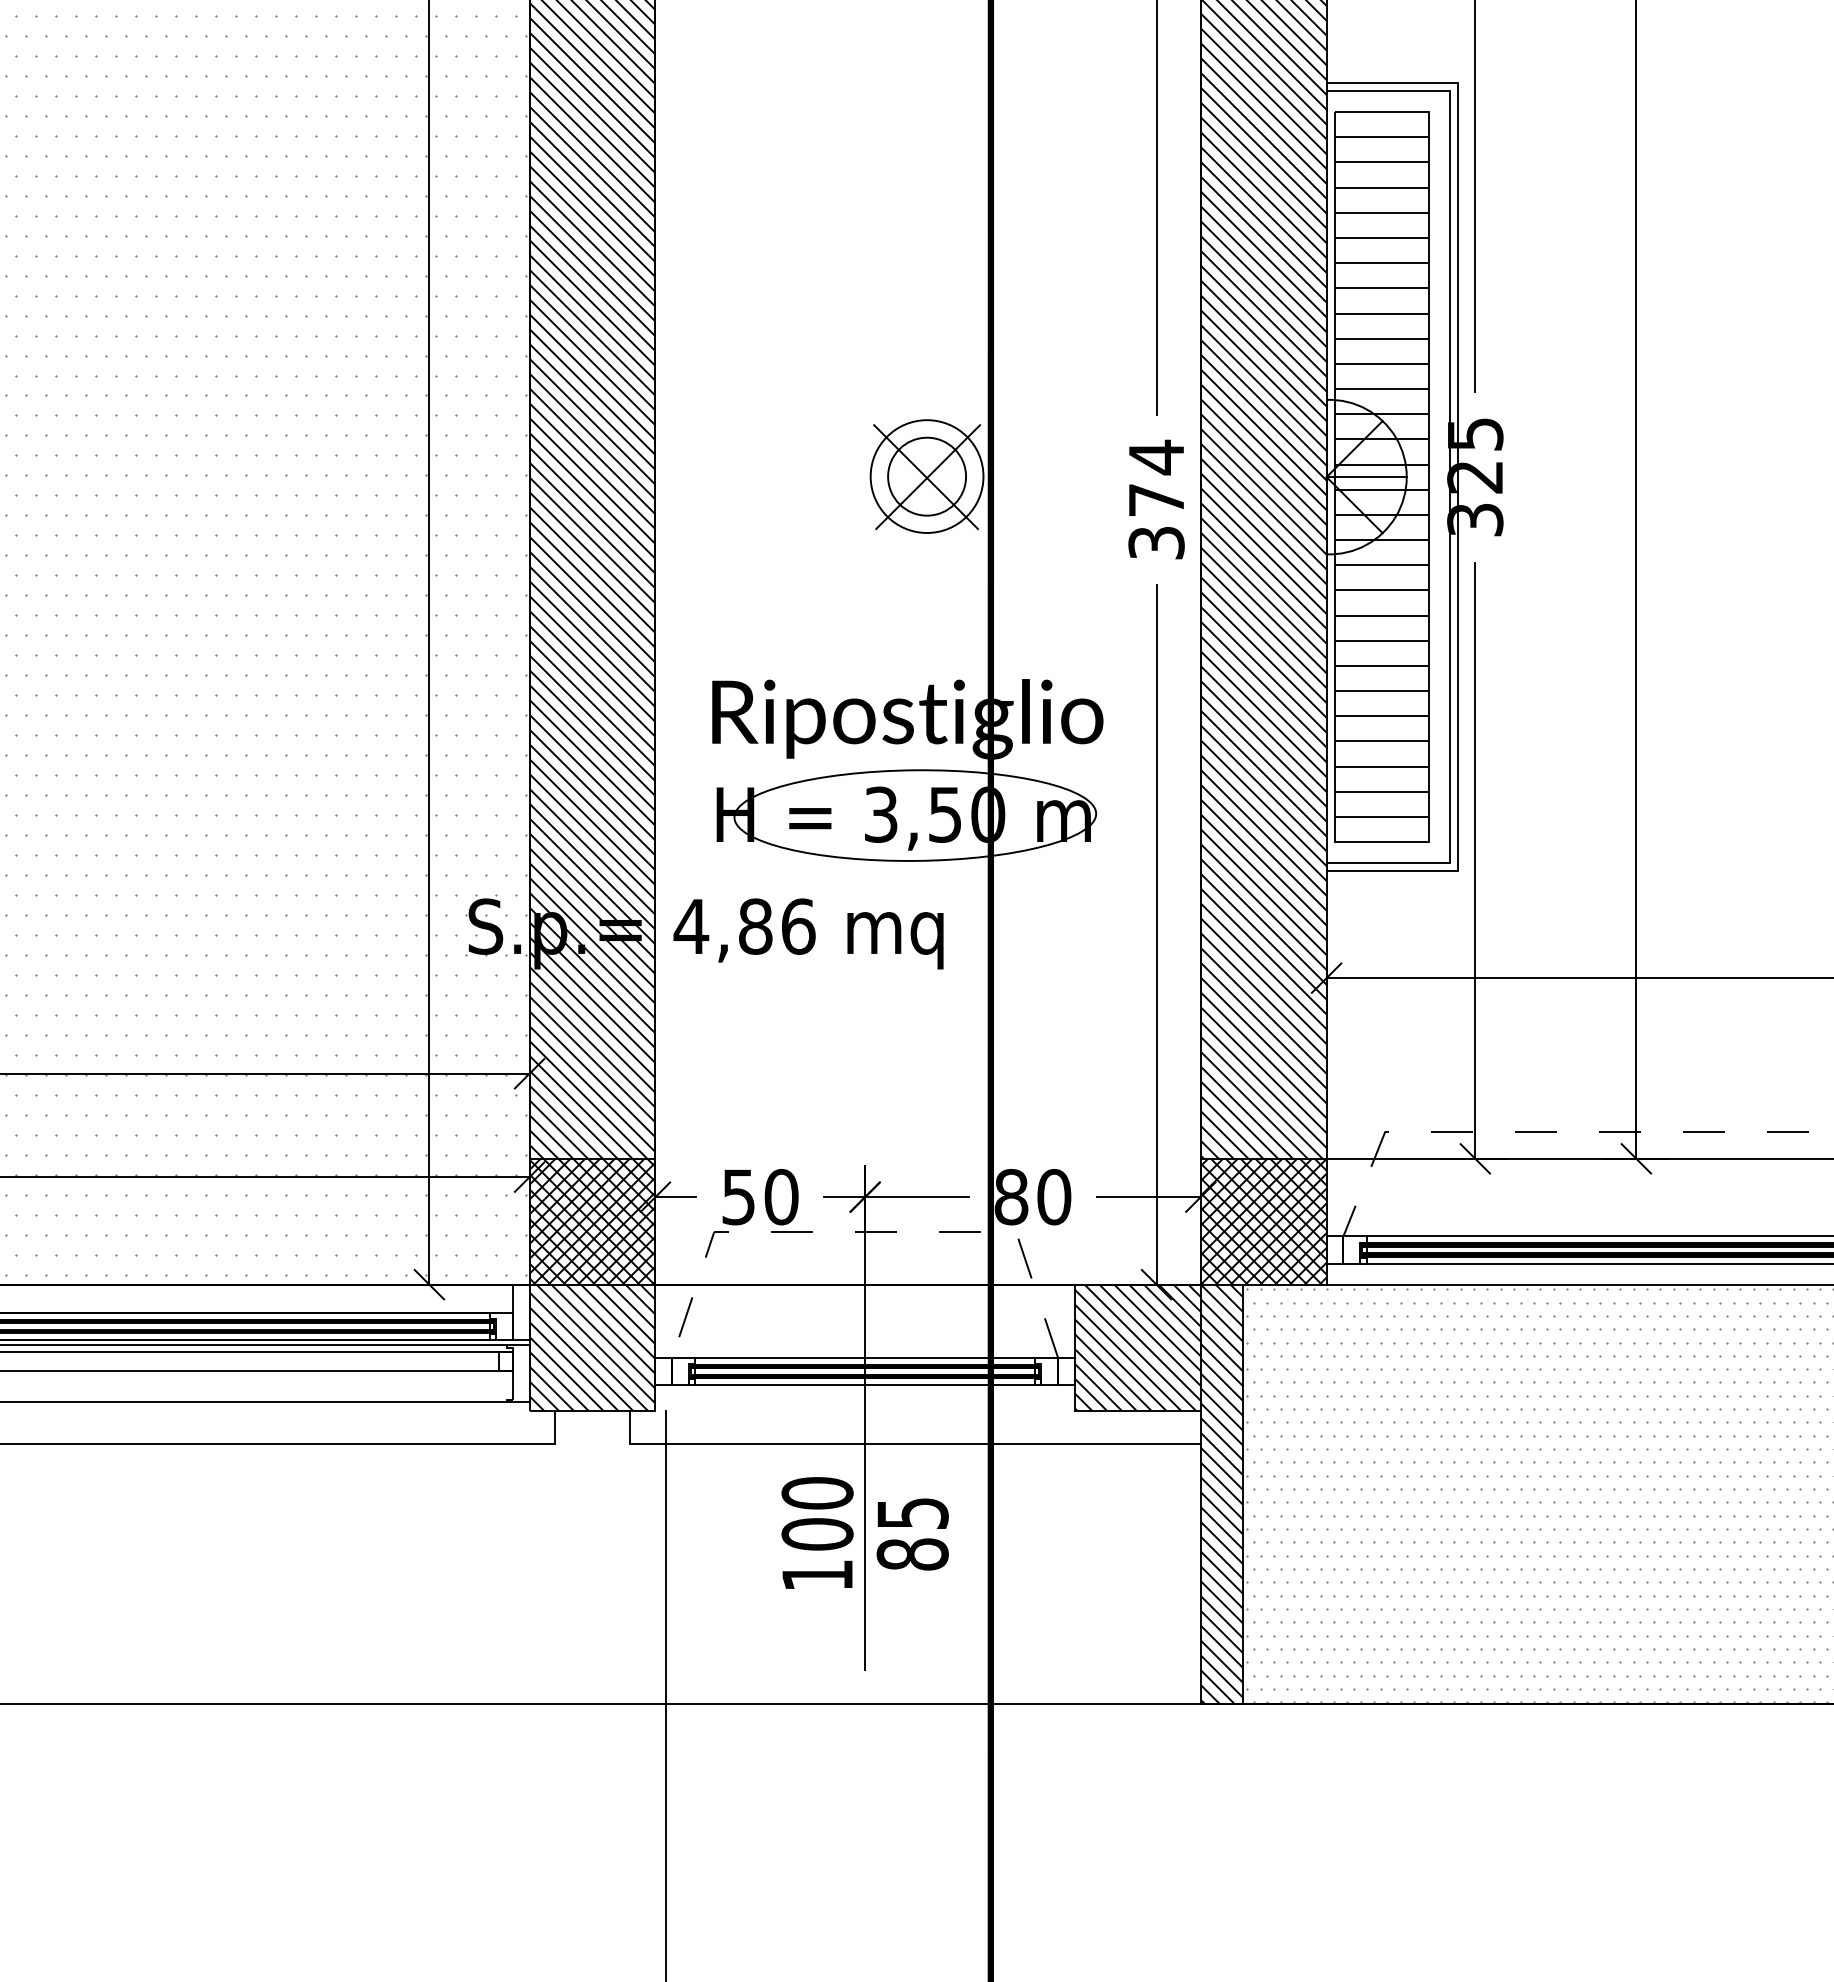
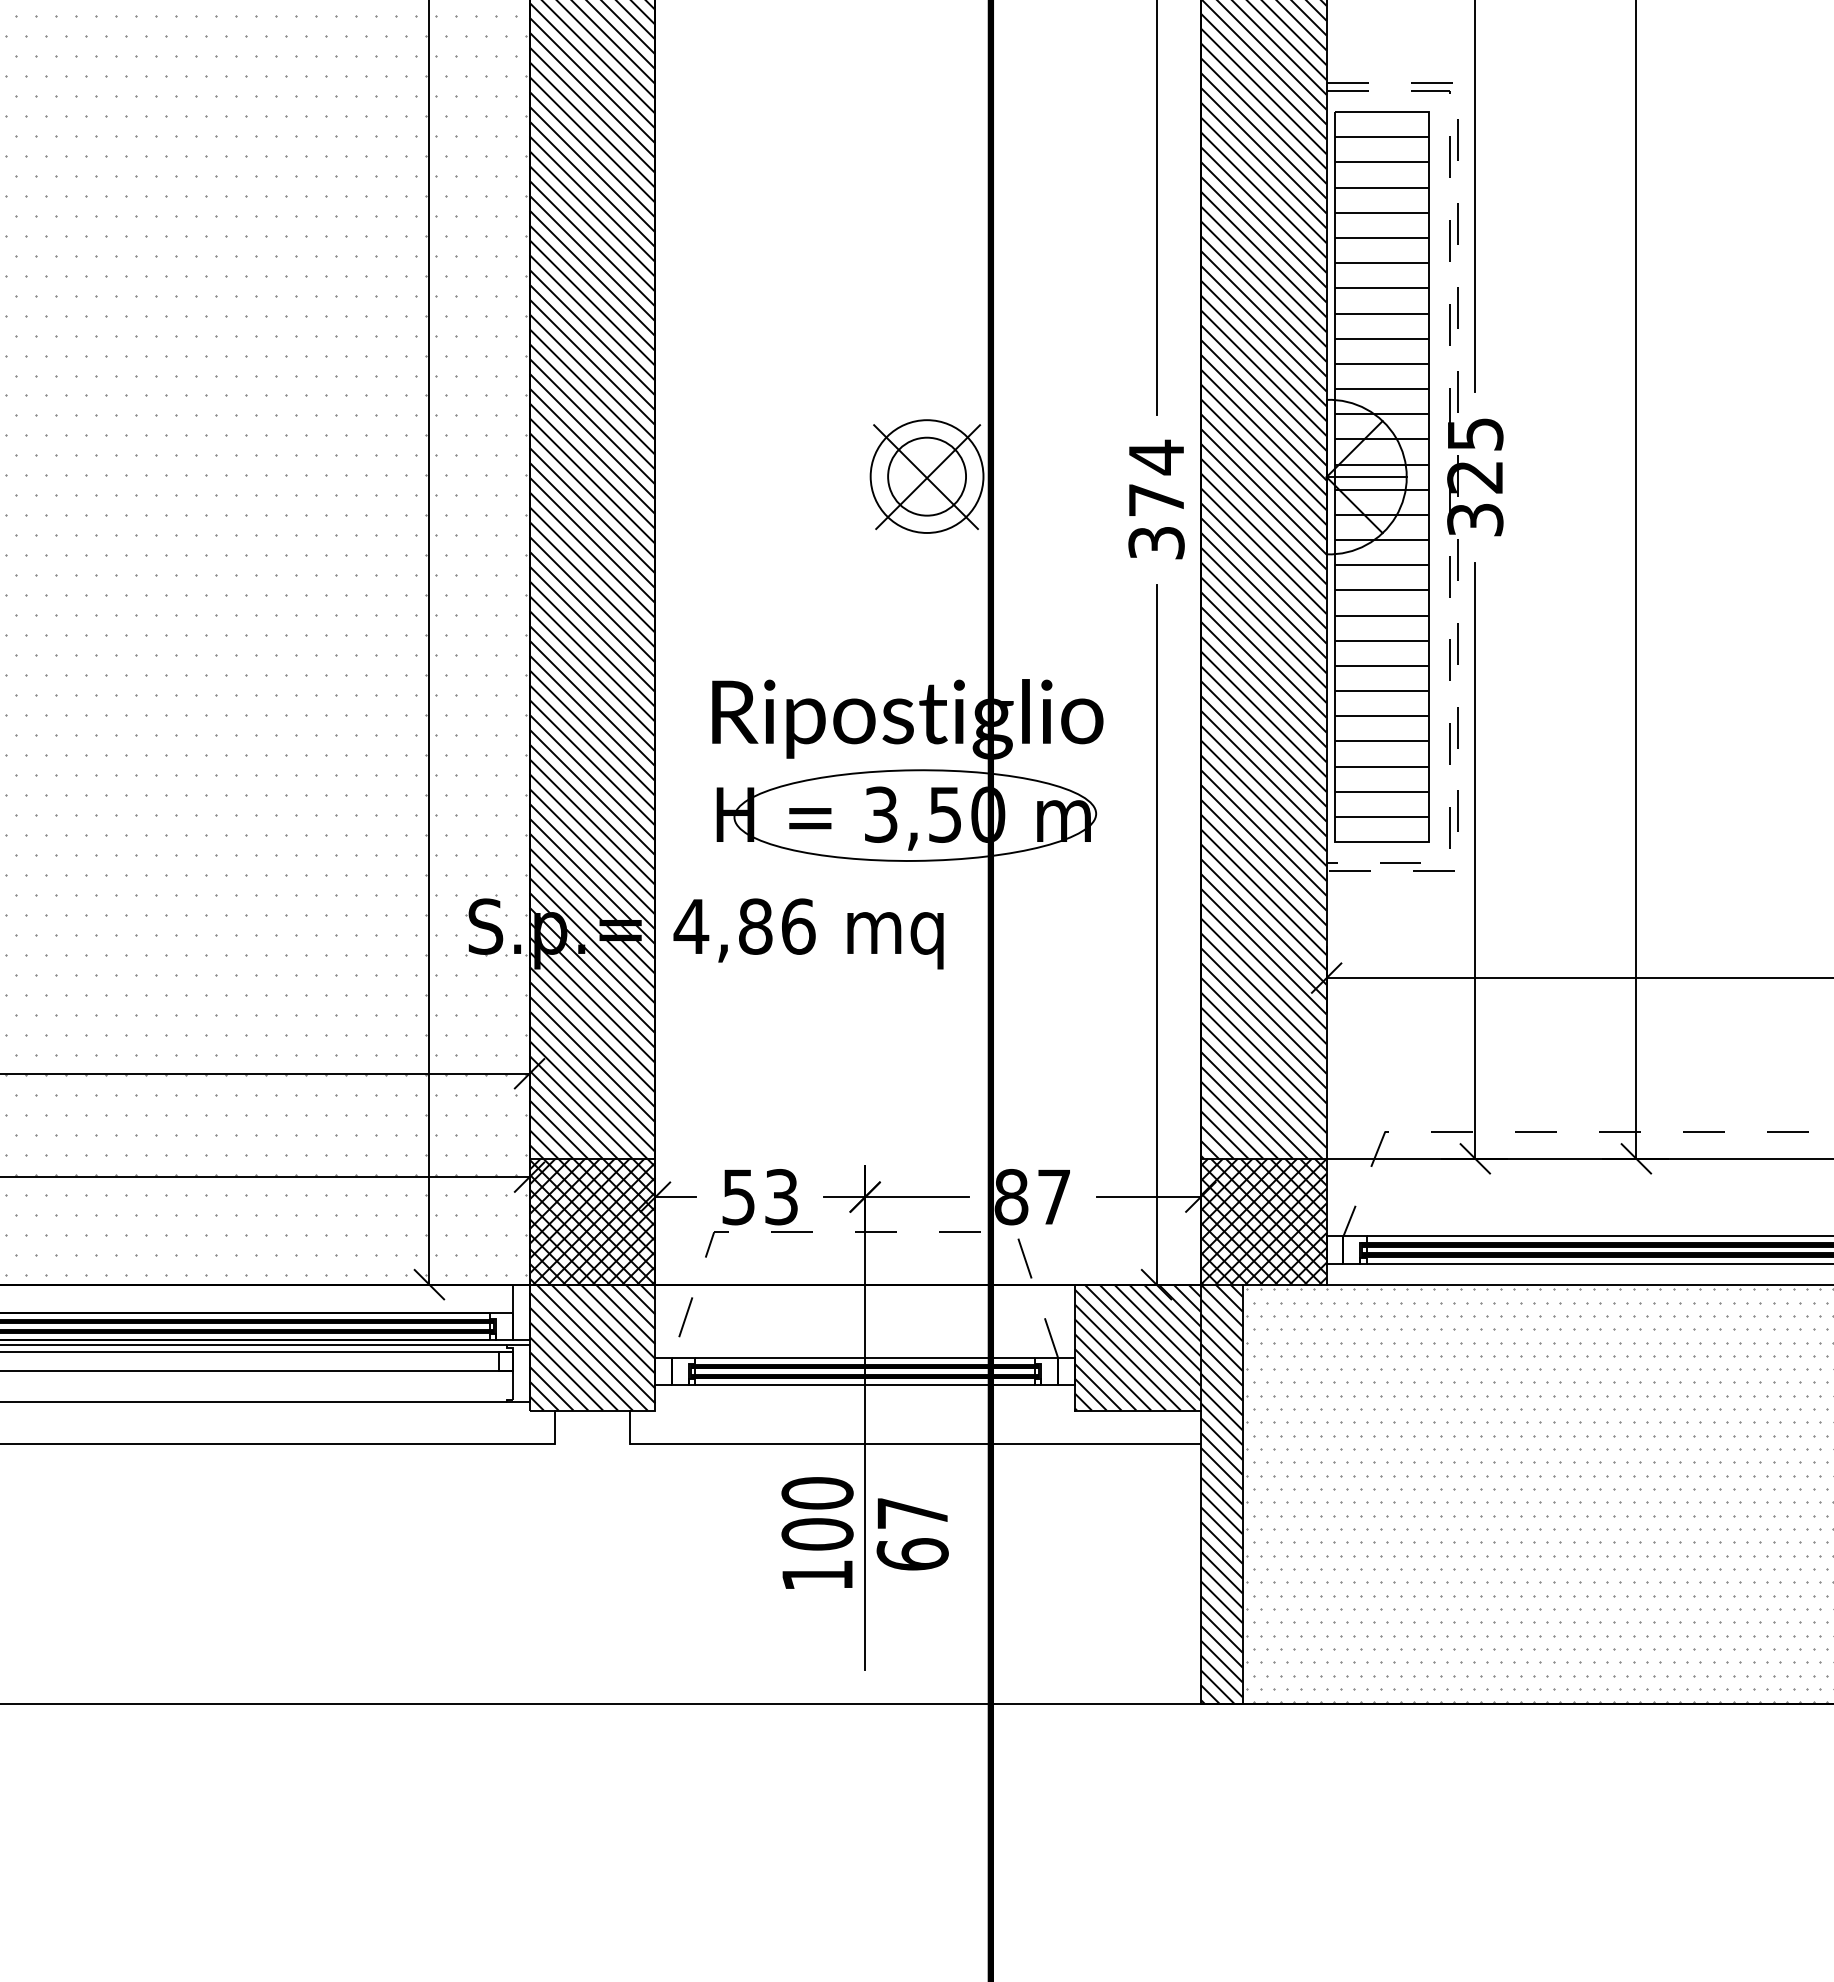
line at (1449, 477): solid -> dashed
line at (1457, 477): solid -> dashed
text at (781, 1197): 50 -> 53
text at (1054, 1197): 80 -> 87
text at (912, 1534): 85 -> 67
line at (665, 1694): present -> none
